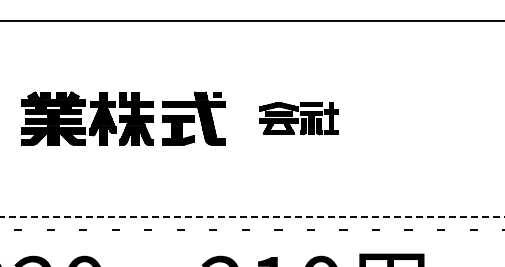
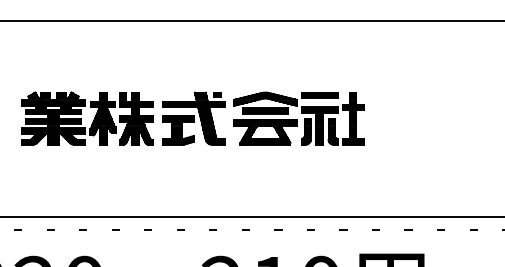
part at (298, 118) size: 80x34 px -> 132x55 px
line at (252, 216): dashed -> solid
